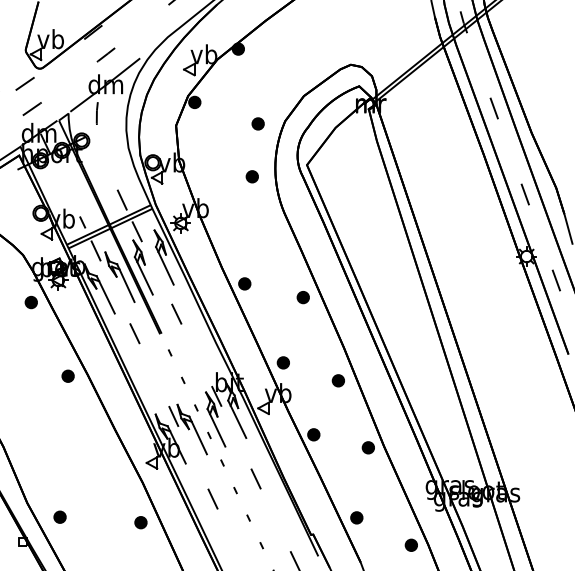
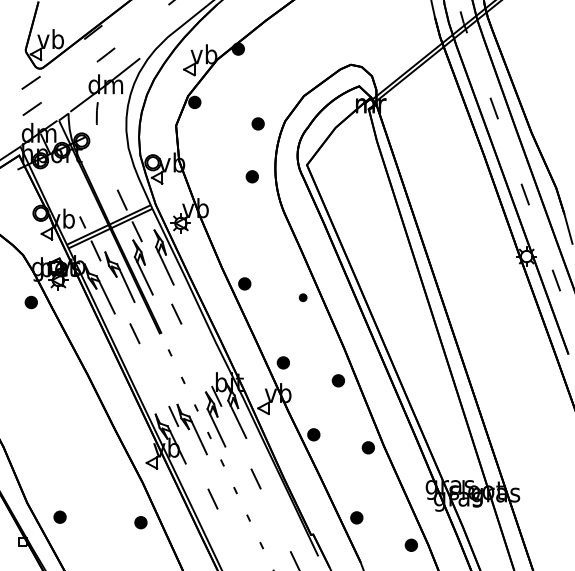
line at (24, 83) position: (24, 83) -> (30, 82)
part at (302, 297) size: 14x14 px -> 10x9 px
part at (67, 375): present -> none
